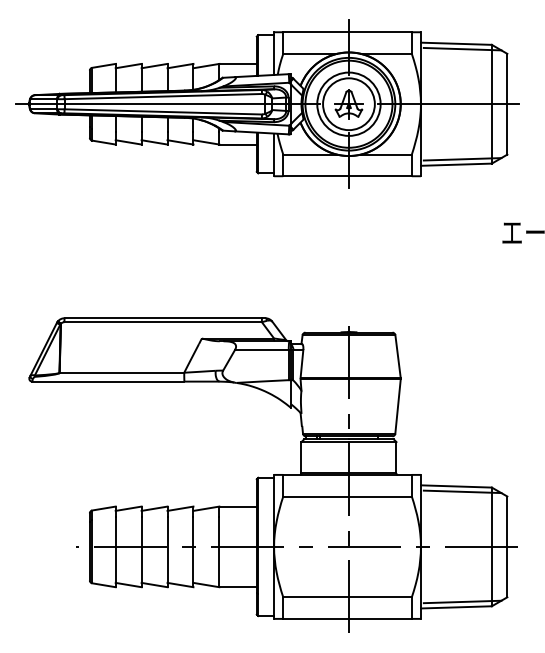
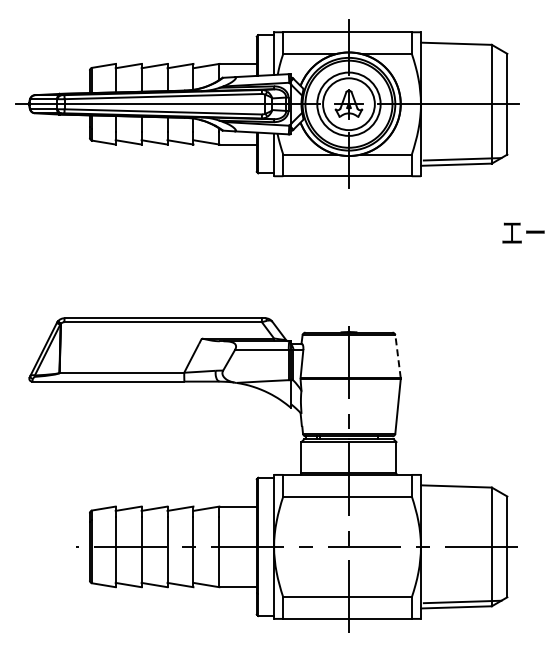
line at (462, 48): present -> none
line at (398, 356): solid -> dashed
line at (462, 491): present -> none
